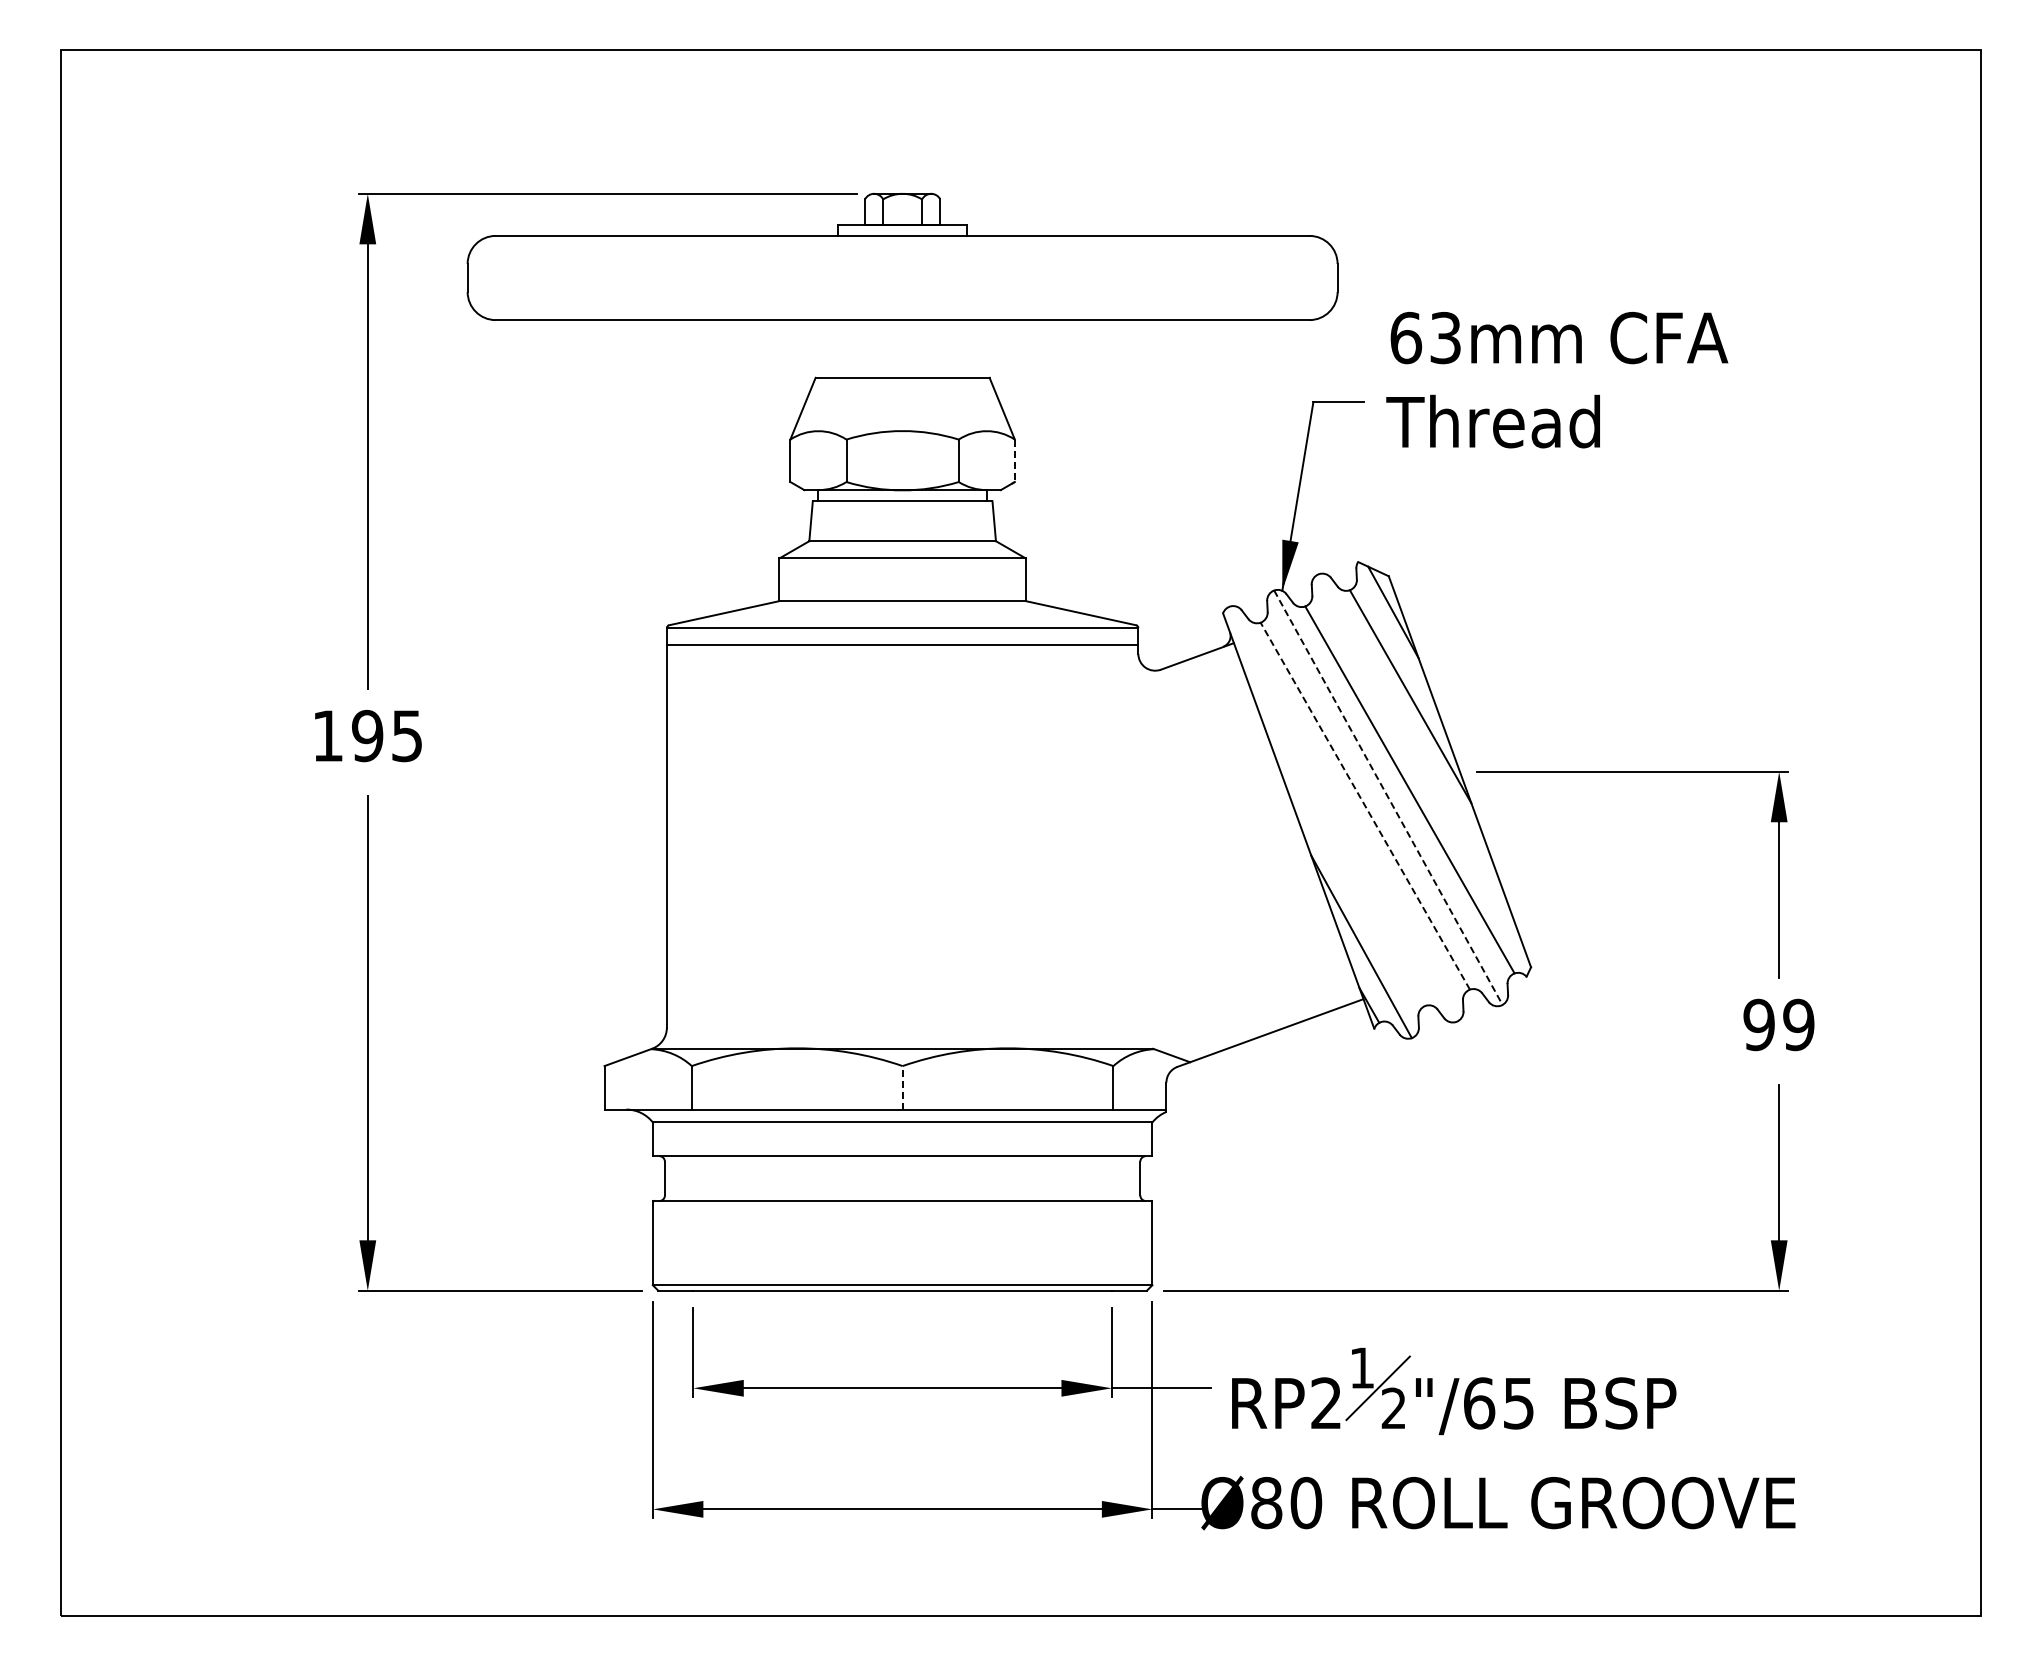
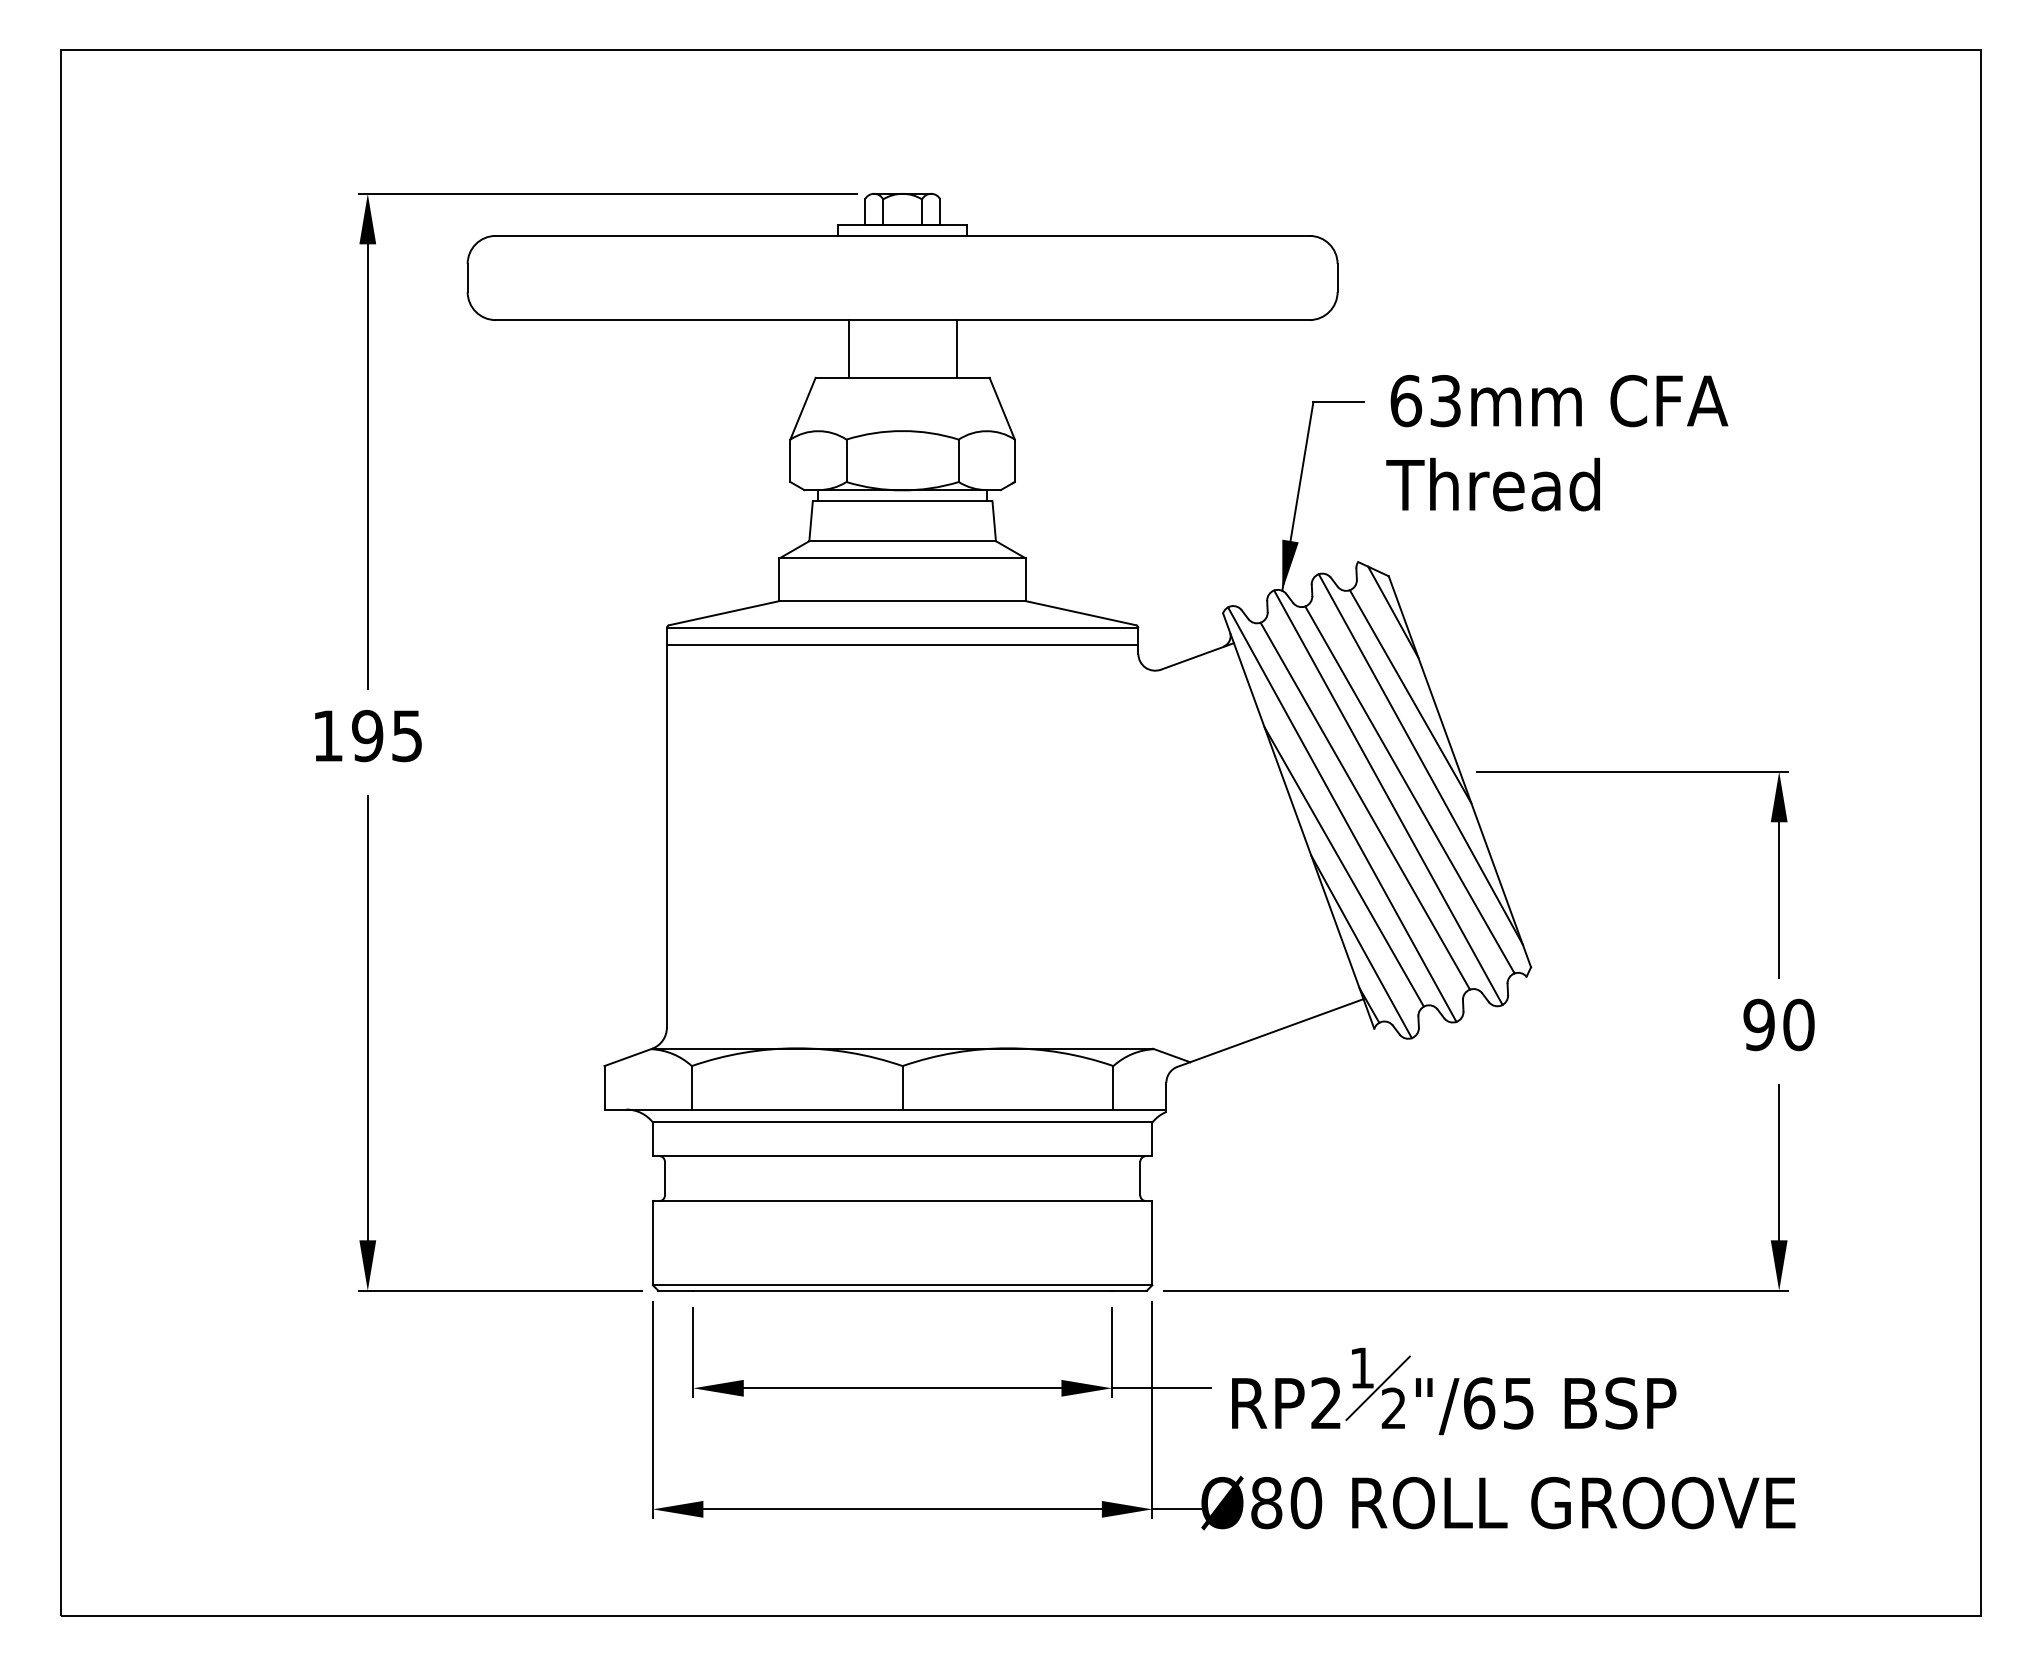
line at (848, 348): none -> present
line at (956, 348): none -> present
text at (1557, 380) position: (1557, 380) -> (1557, 443)
line at (1014, 461): dashed -> solid
line at (1420, 759): none -> present
line at (1388, 797): dashed -> solid
line at (1365, 805): dashed -> solid
line at (1342, 814): none -> present
line at (1343, 866): none -> present
text at (1798, 1025): 99 -> 90
line at (902, 1087): dashed -> solid
